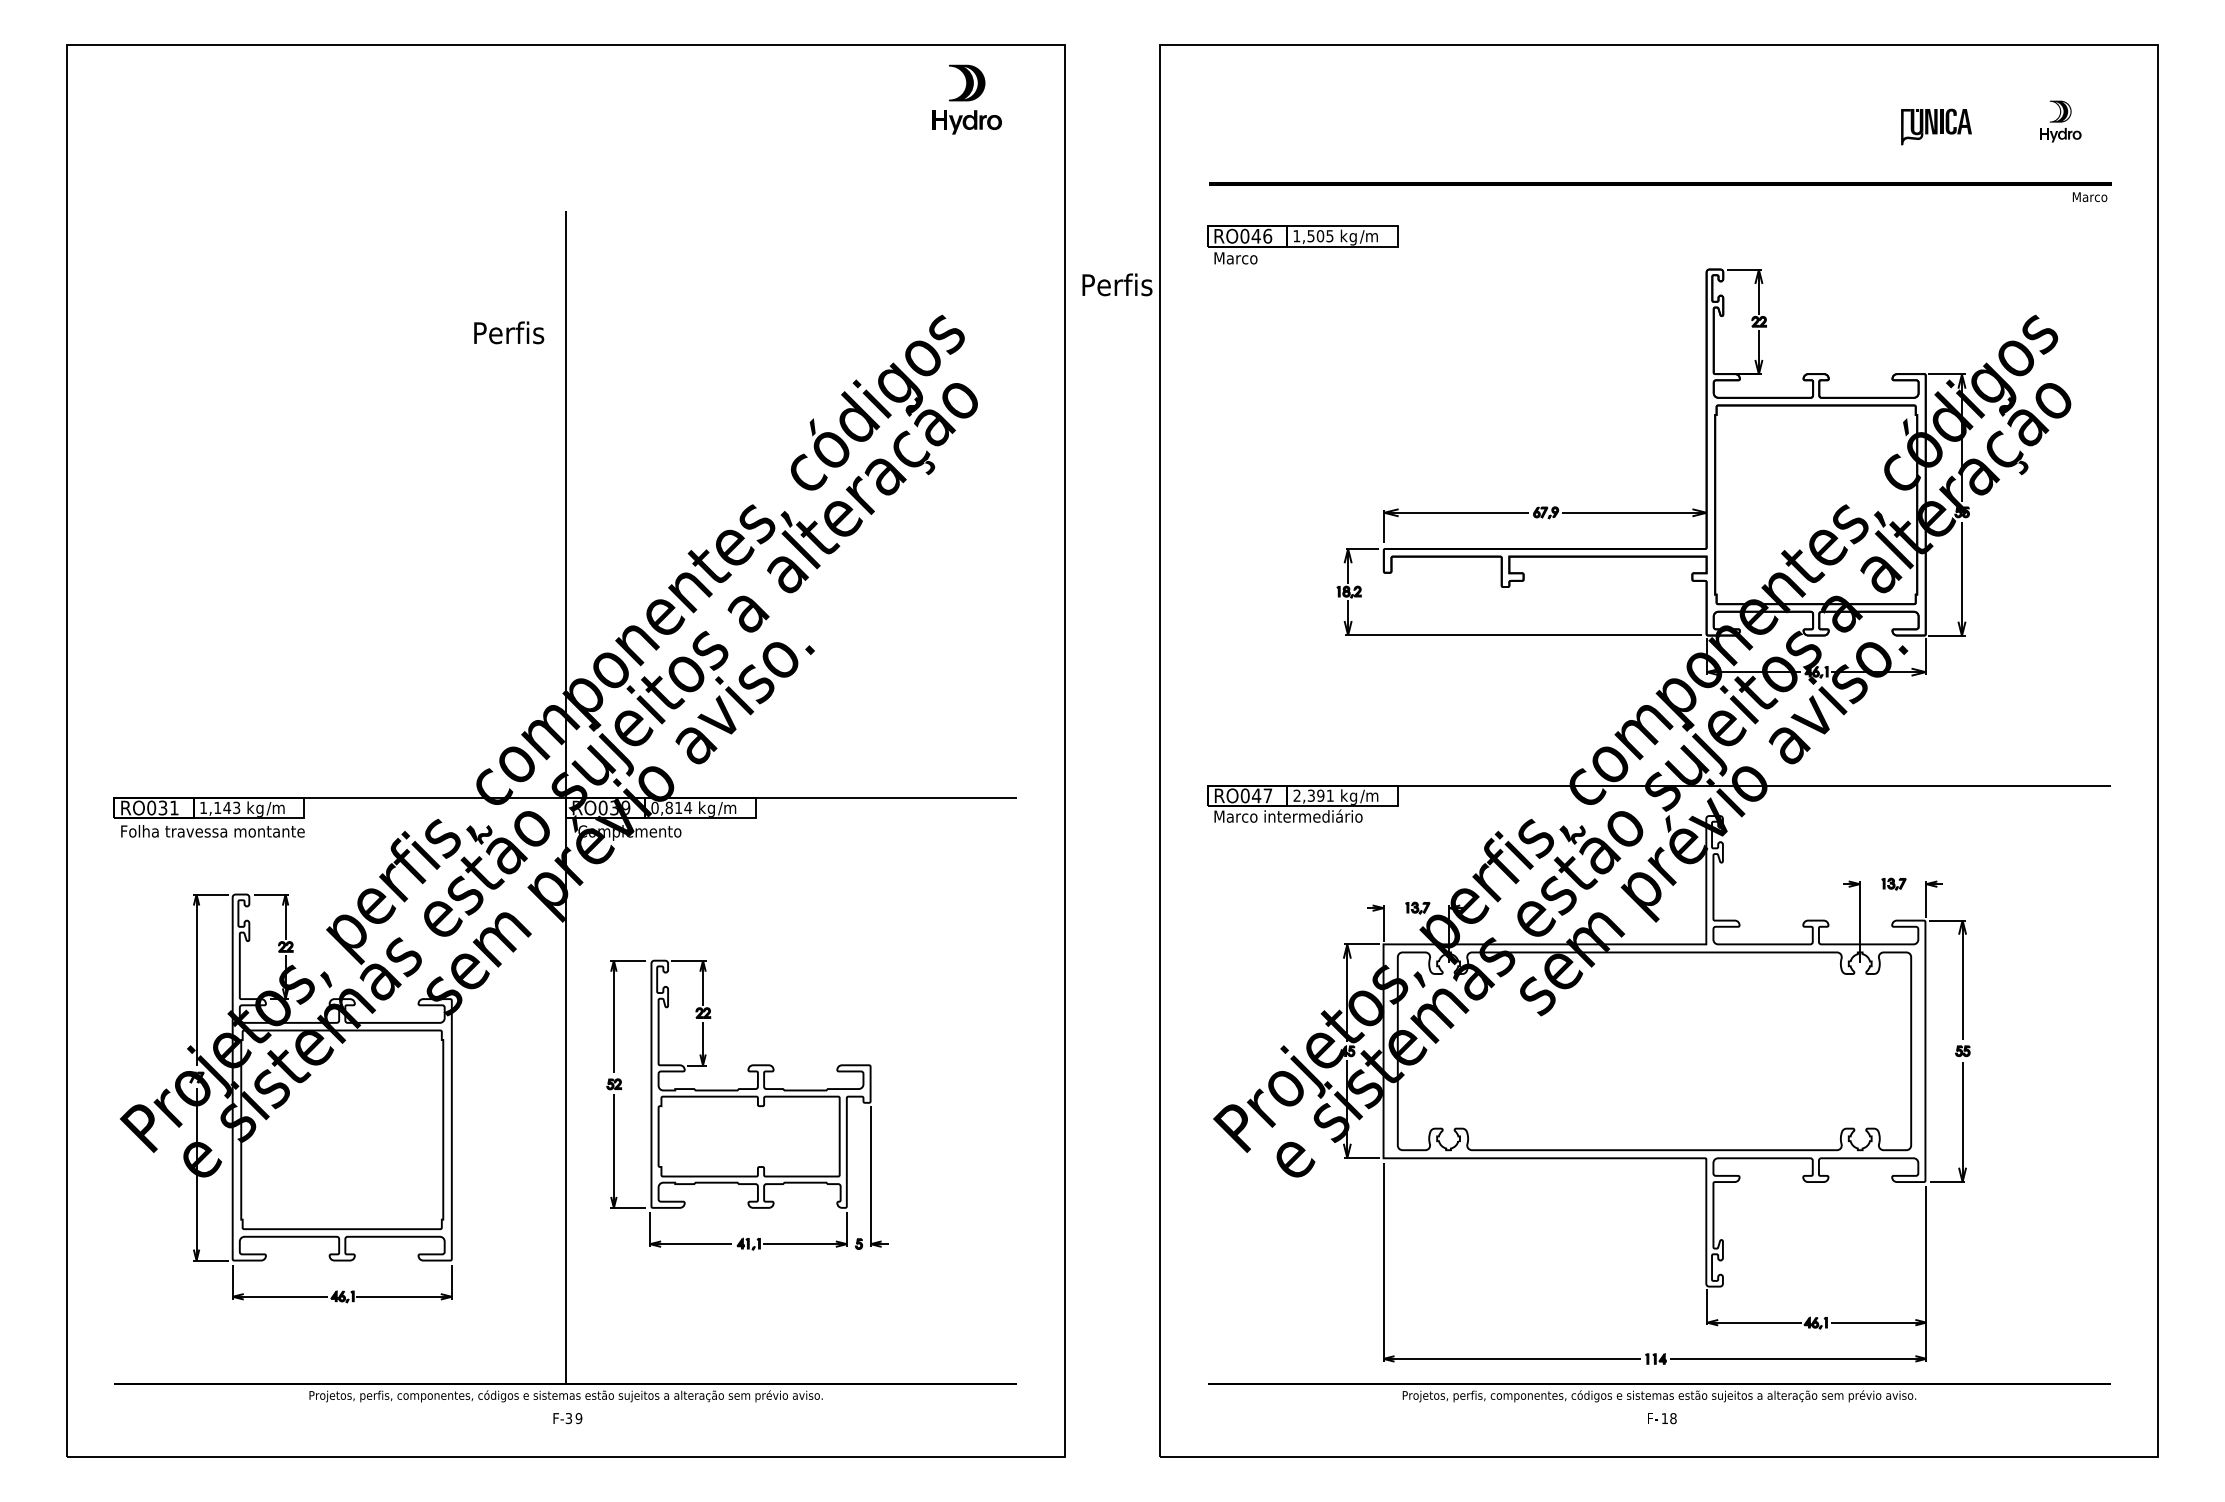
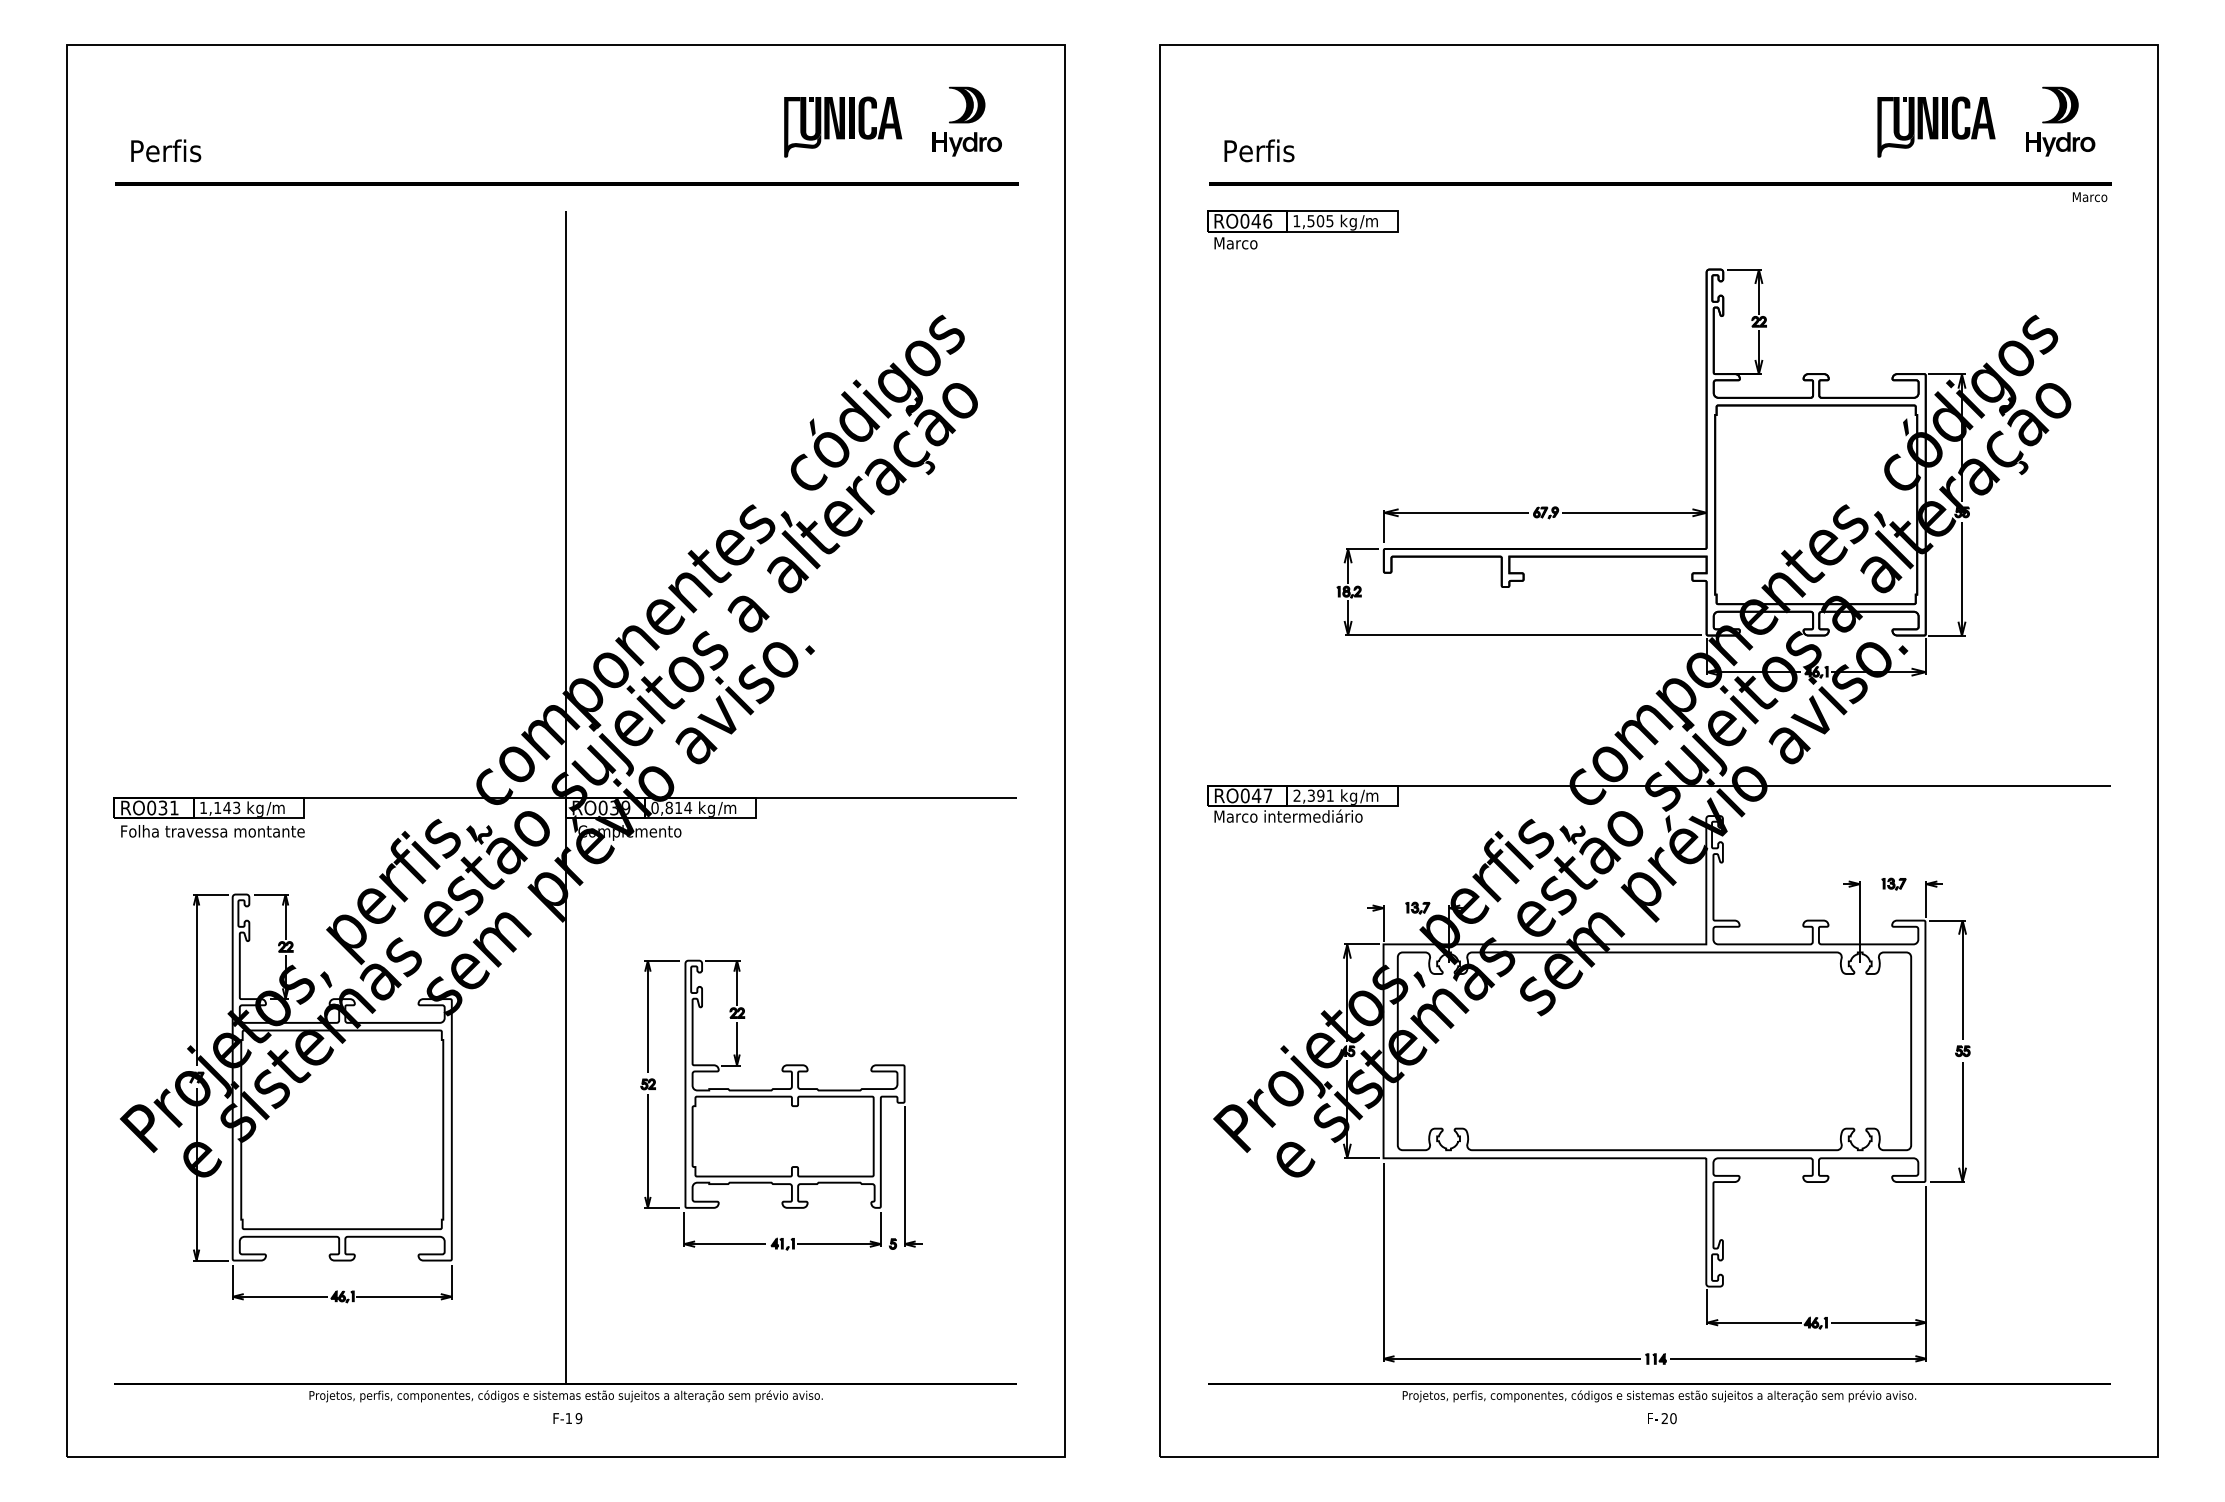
part at (966, 99) position: (966, 99) -> (966, 121)
part at (2060, 121) size: 42x43 px -> 70x71 px
part at (843, 126): none -> present
part at (1936, 126) size: 71x38 px -> 119x62 px
fill at (566, 183): none -> present
part at (1302, 244) position: (1302, 244) -> (1302, 229)
text at (1117, 284) position: (1117, 284) -> (1259, 150)
text at (509, 332) position: (509, 332) -> (166, 150)
part at (747, 1104) position: (747, 1104) -> (781, 1104)
text at (568, 1418): F-3 -> F-1
text at (1668, 1418): 18 -> 20
